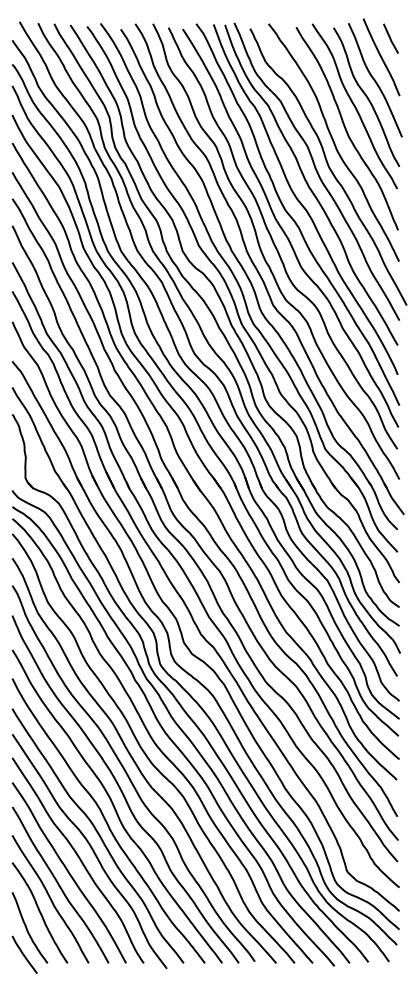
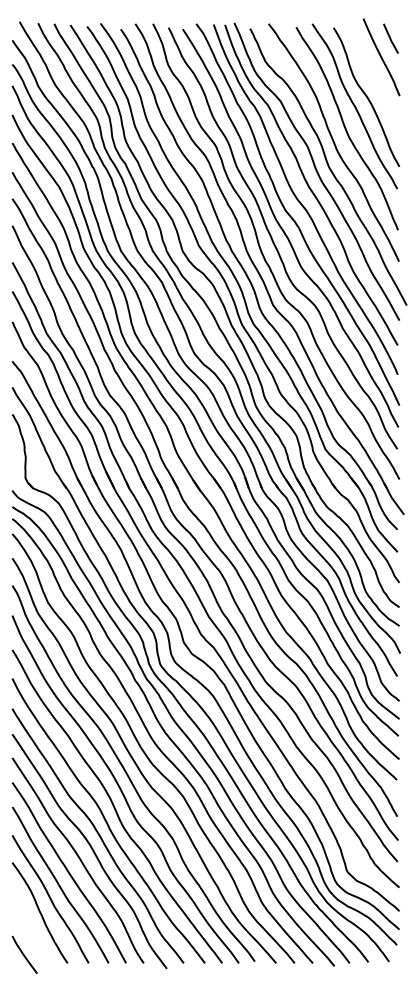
curve at (375, 80): present -> none
curve at (27, 927): present -> none
